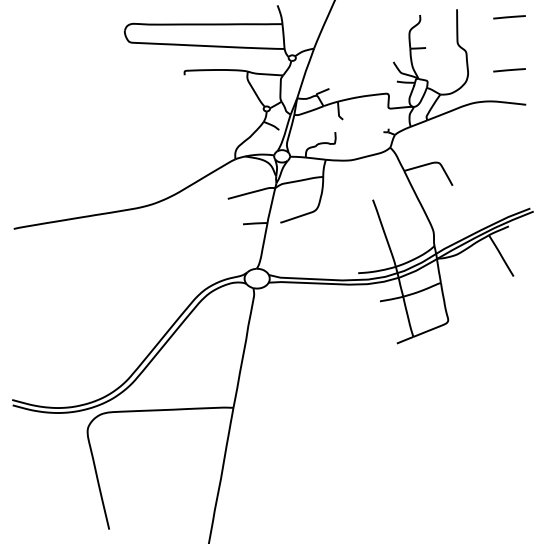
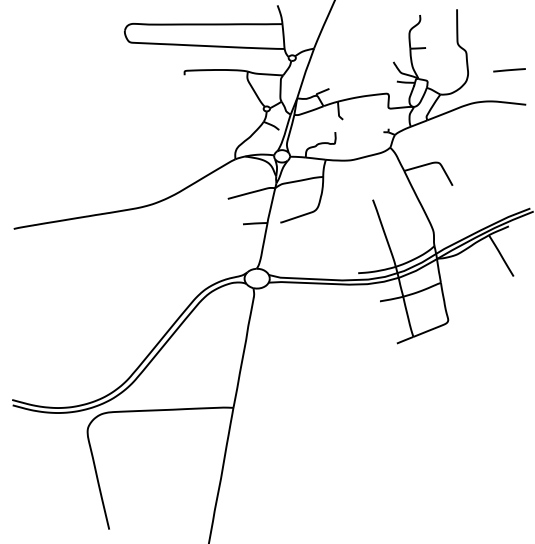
line at (509, 17): present -> none
